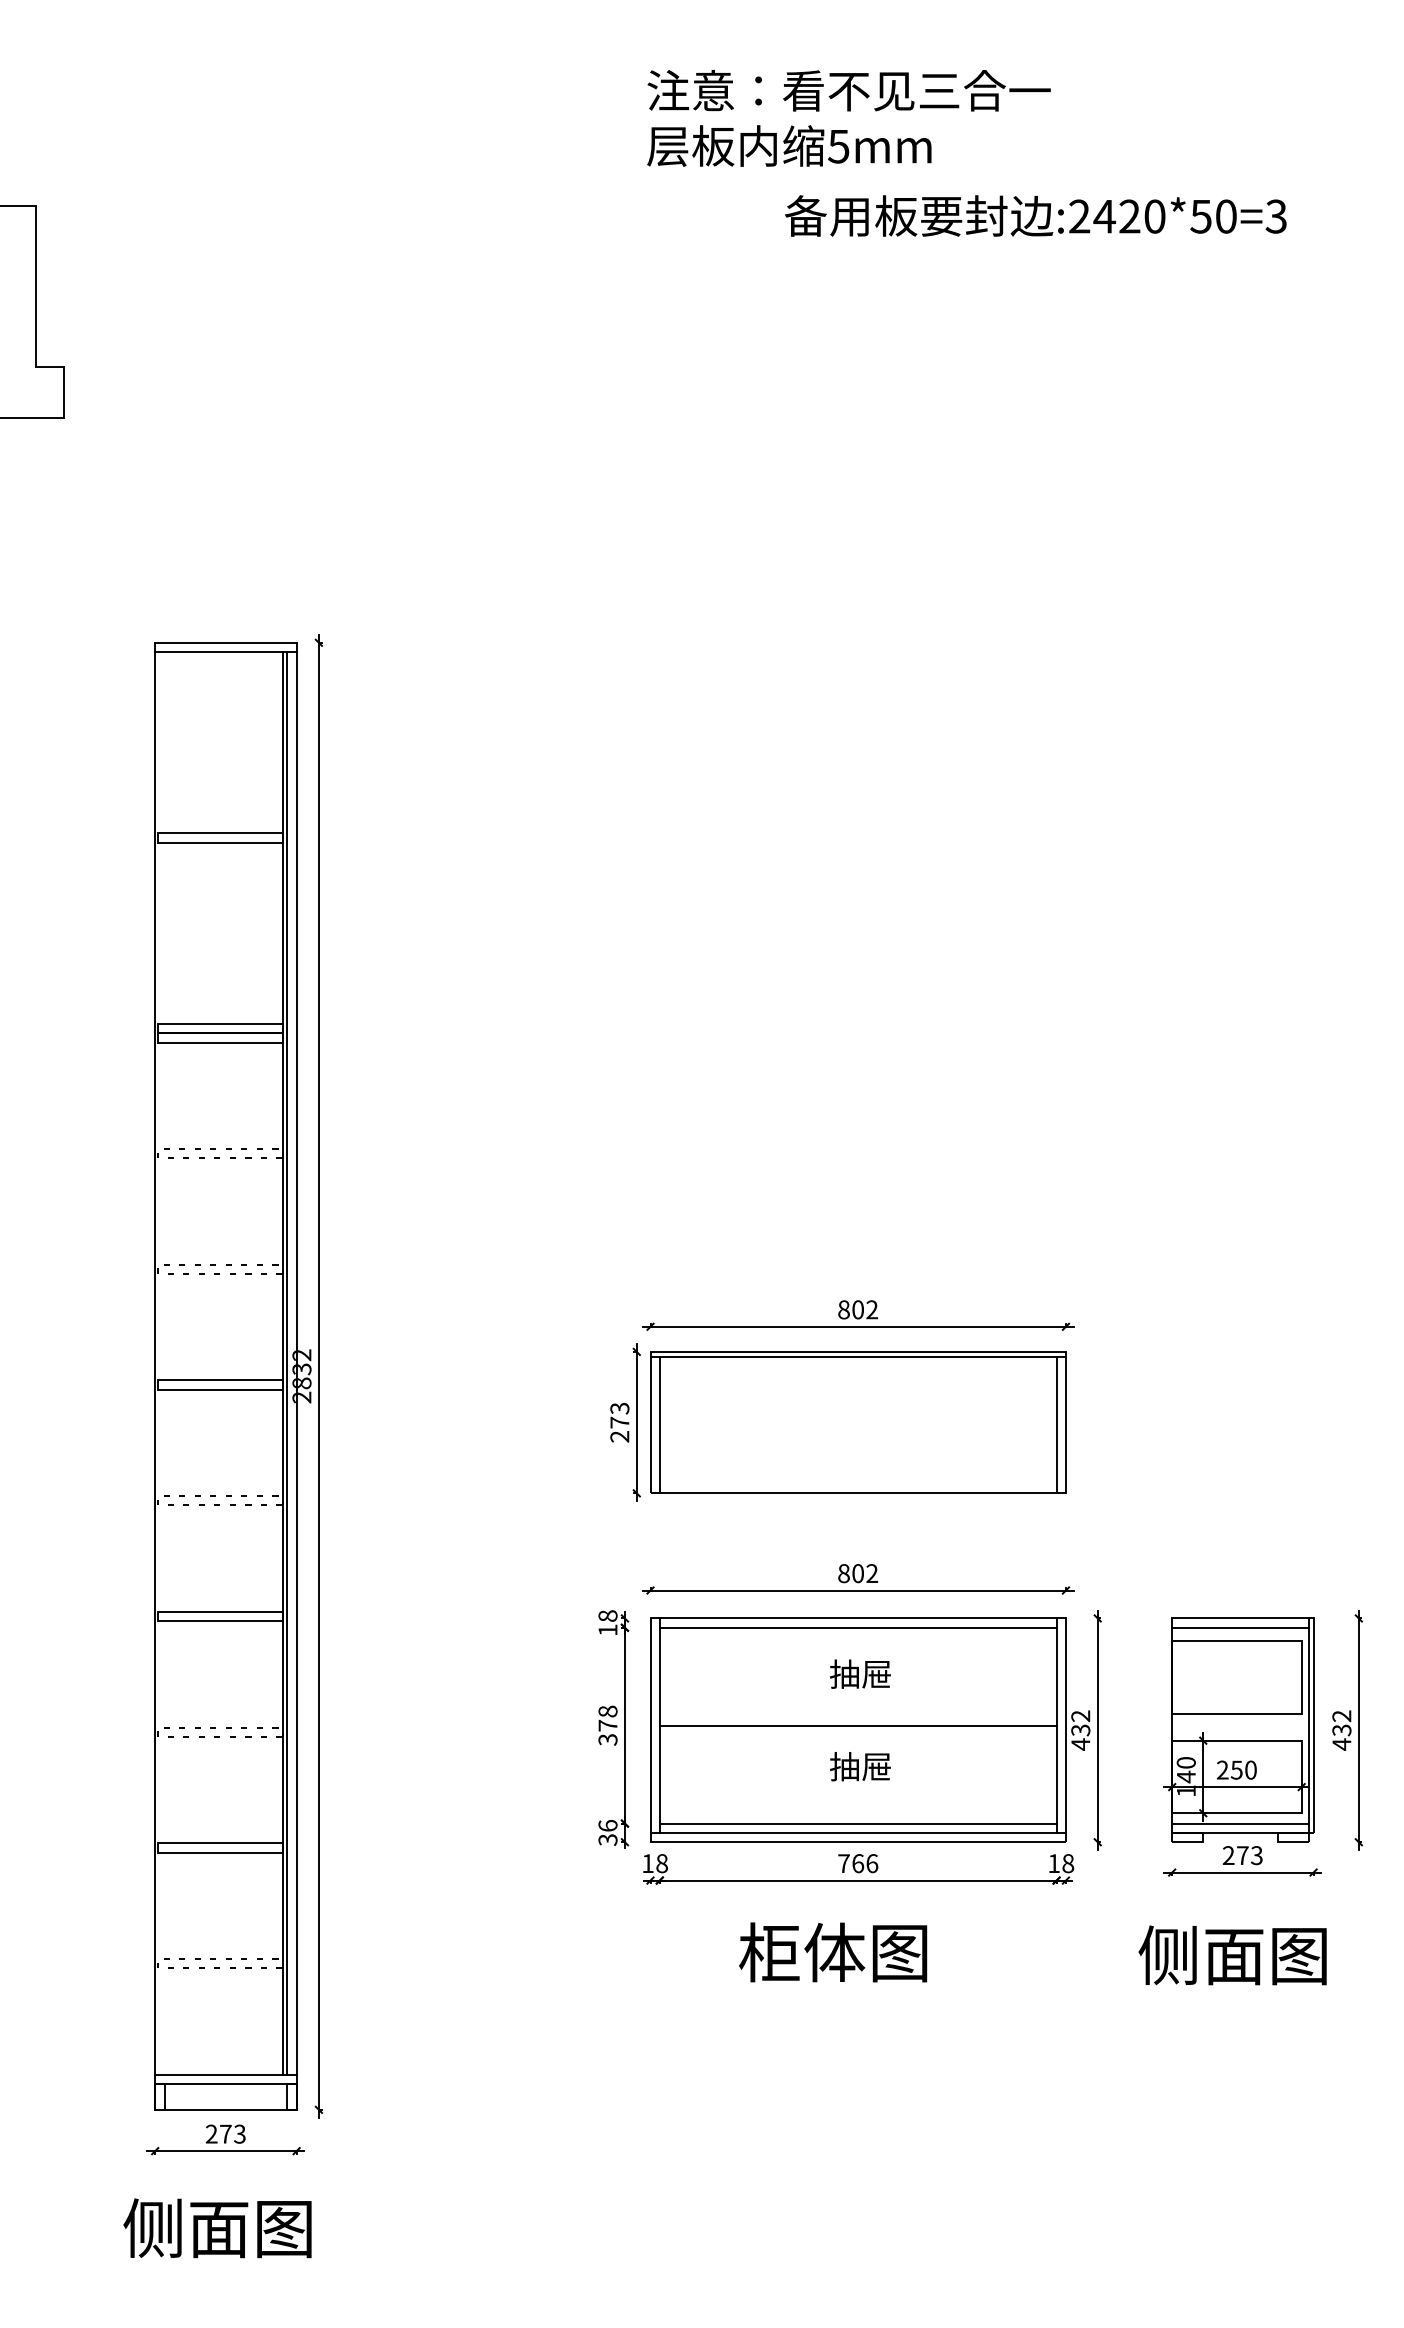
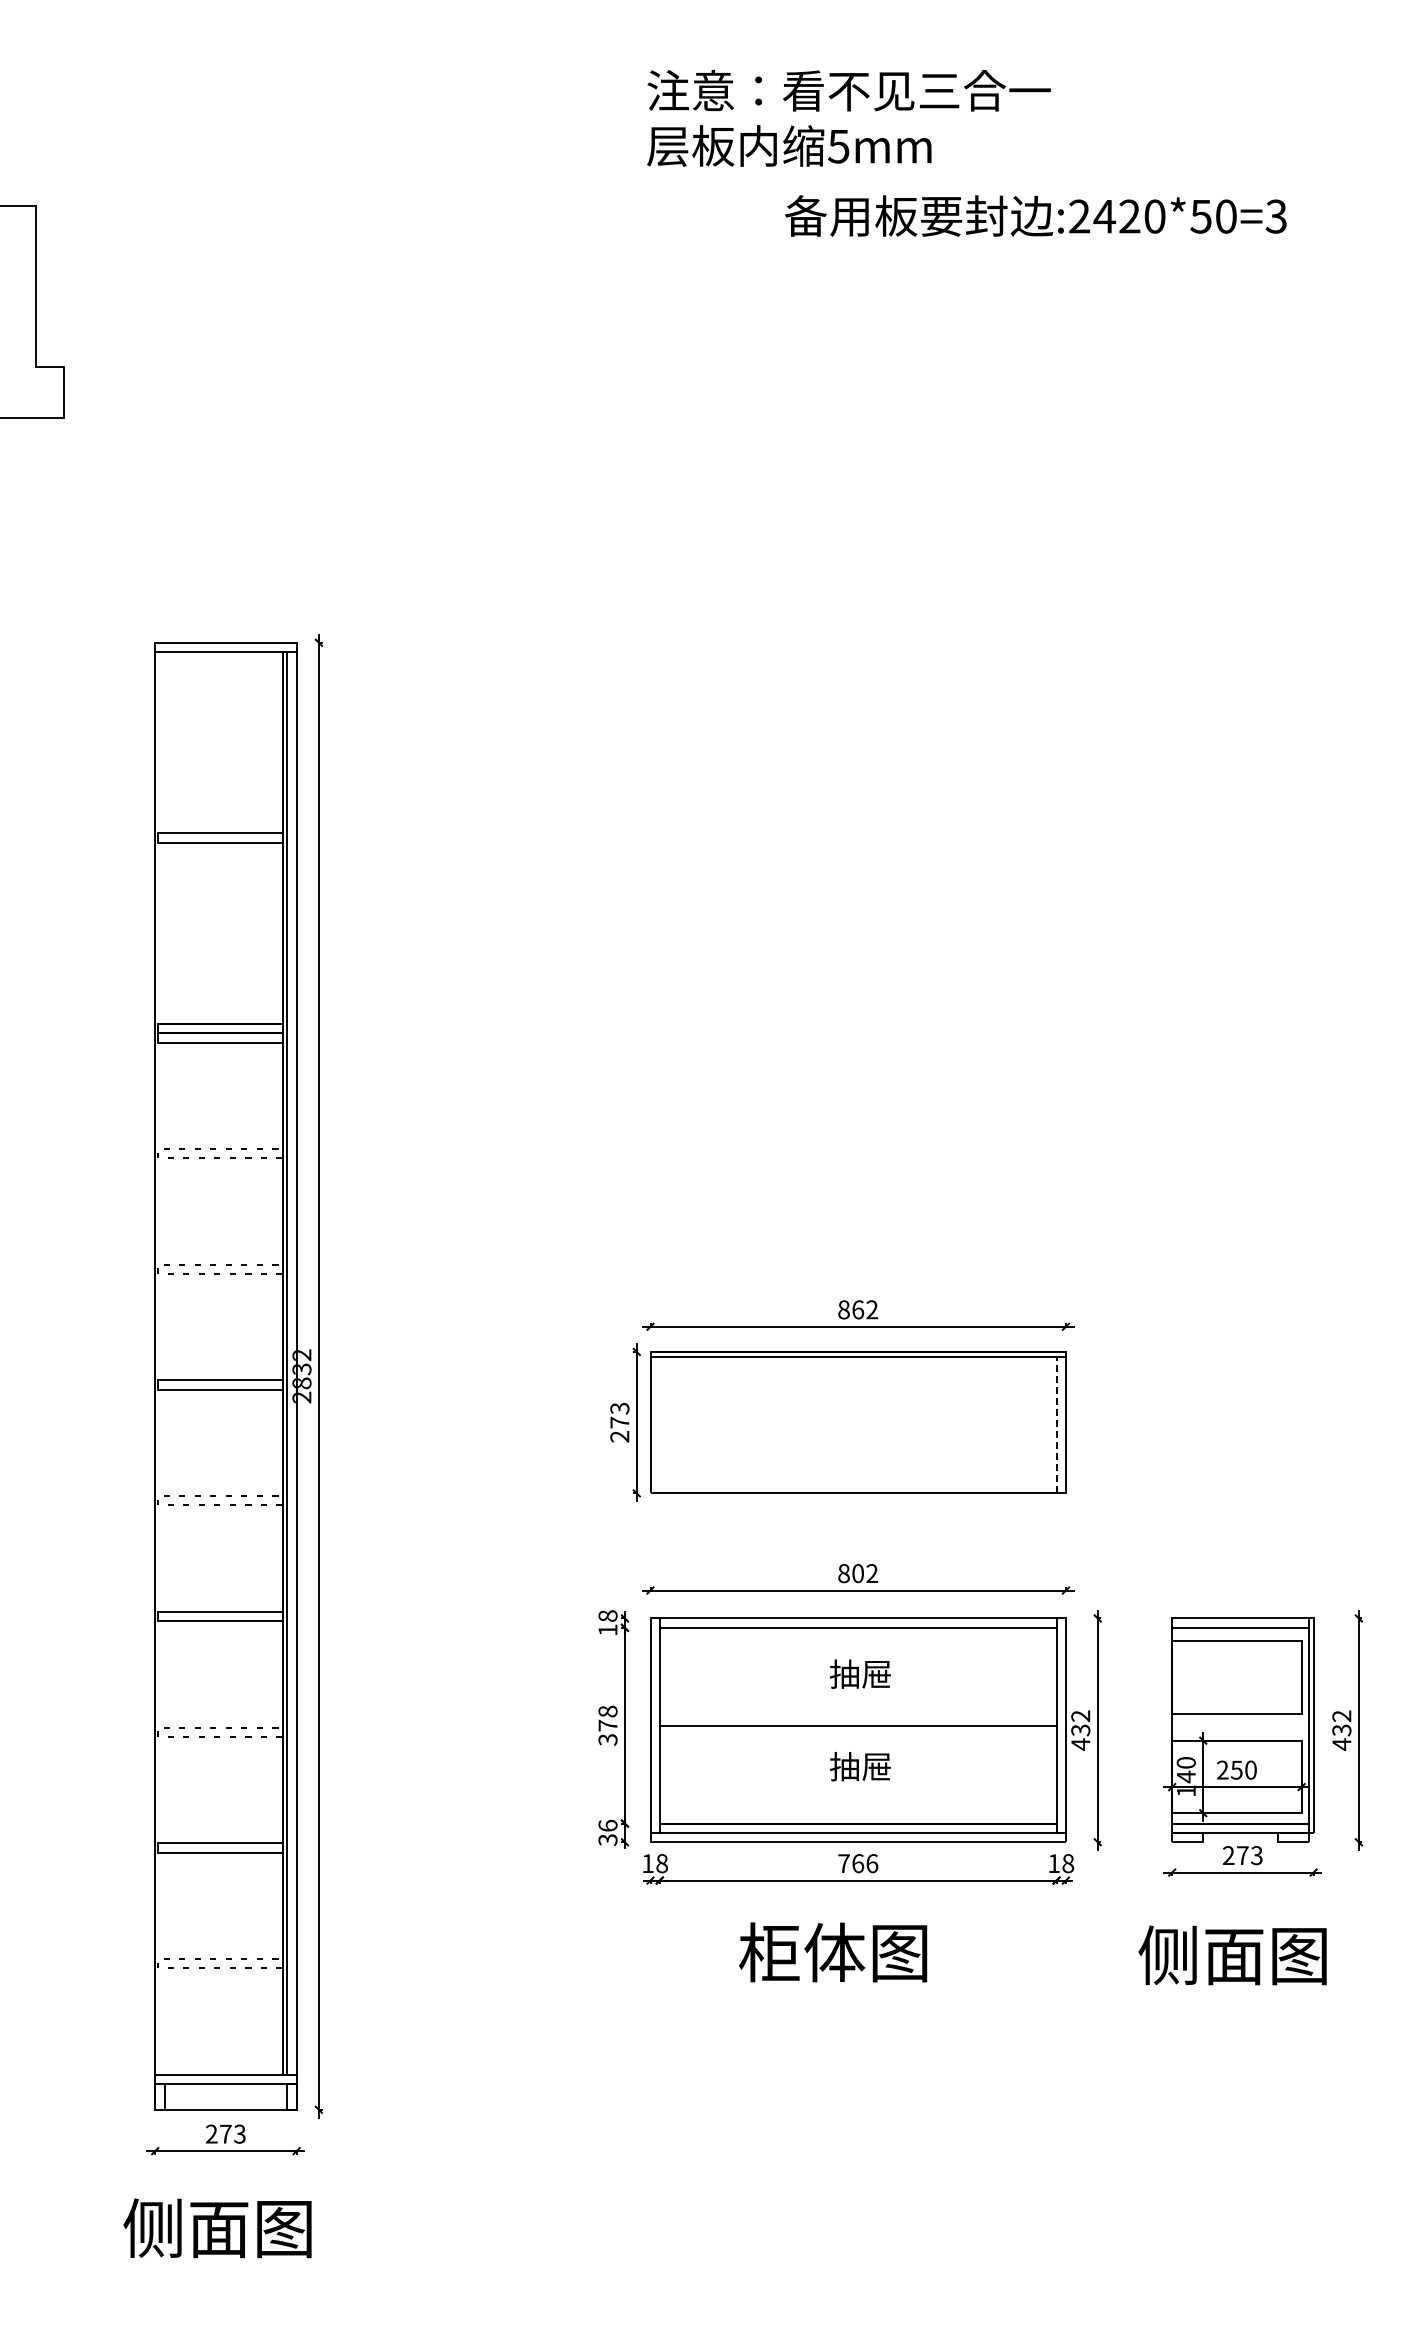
text at (858, 1309): 802 -> 862
line at (659, 1424): present -> none
line at (1056, 1424): solid -> dashed
